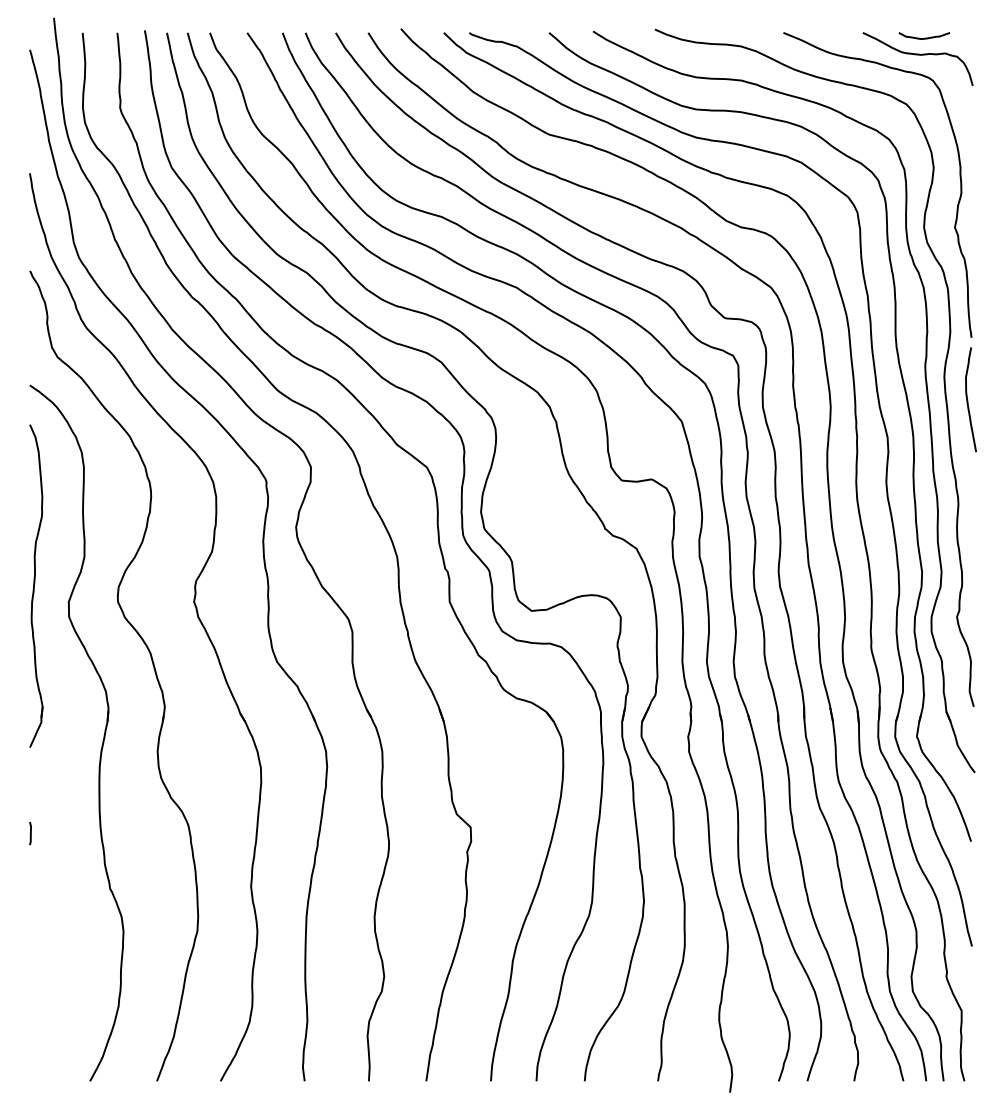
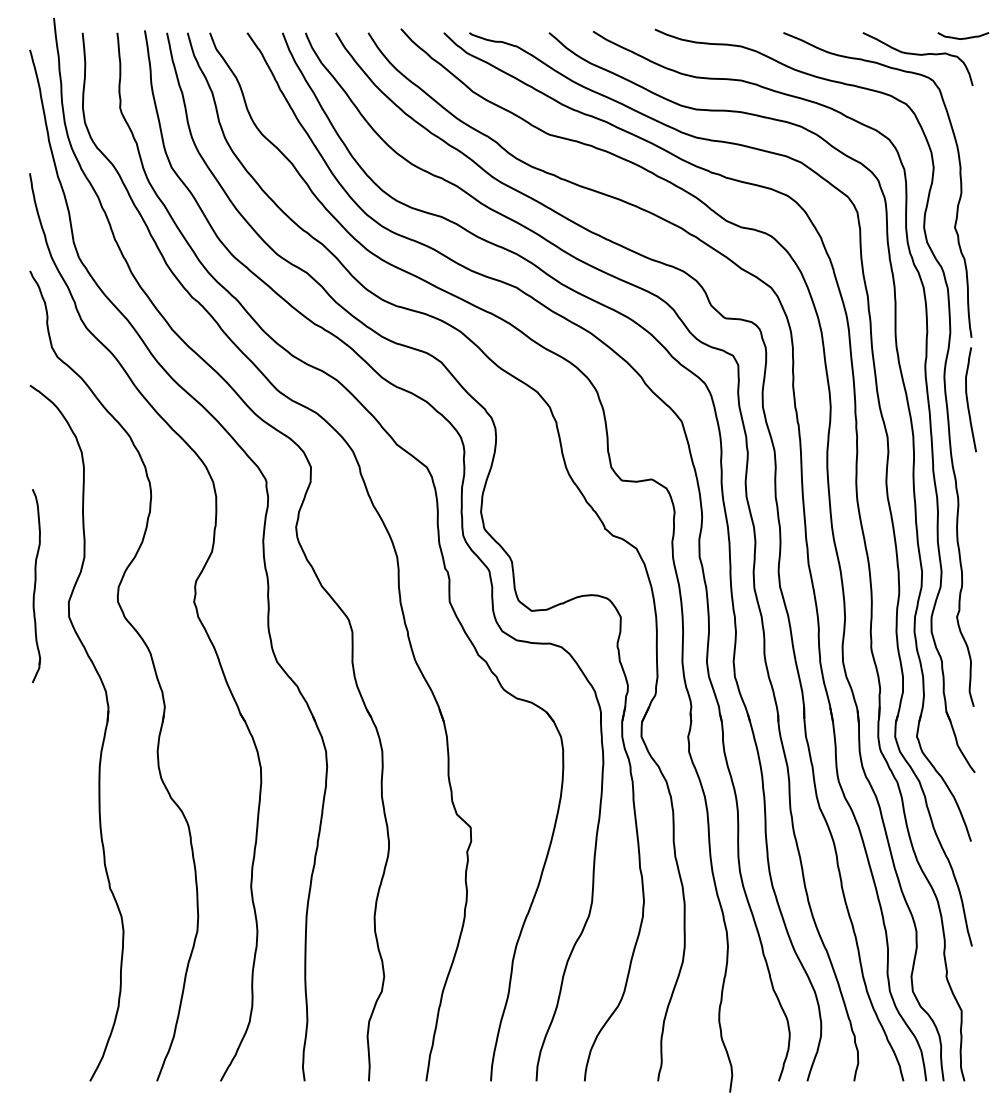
curve at (924, 37) position: (924, 37) -> (963, 37)
part at (36, 585) size: 15x324 px -> 10x195 px
line at (30, 833): present -> none
